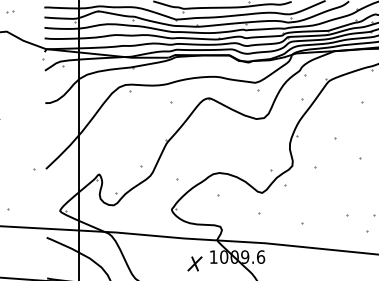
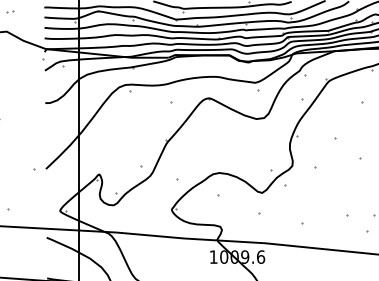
part at (194, 263): present -> none
